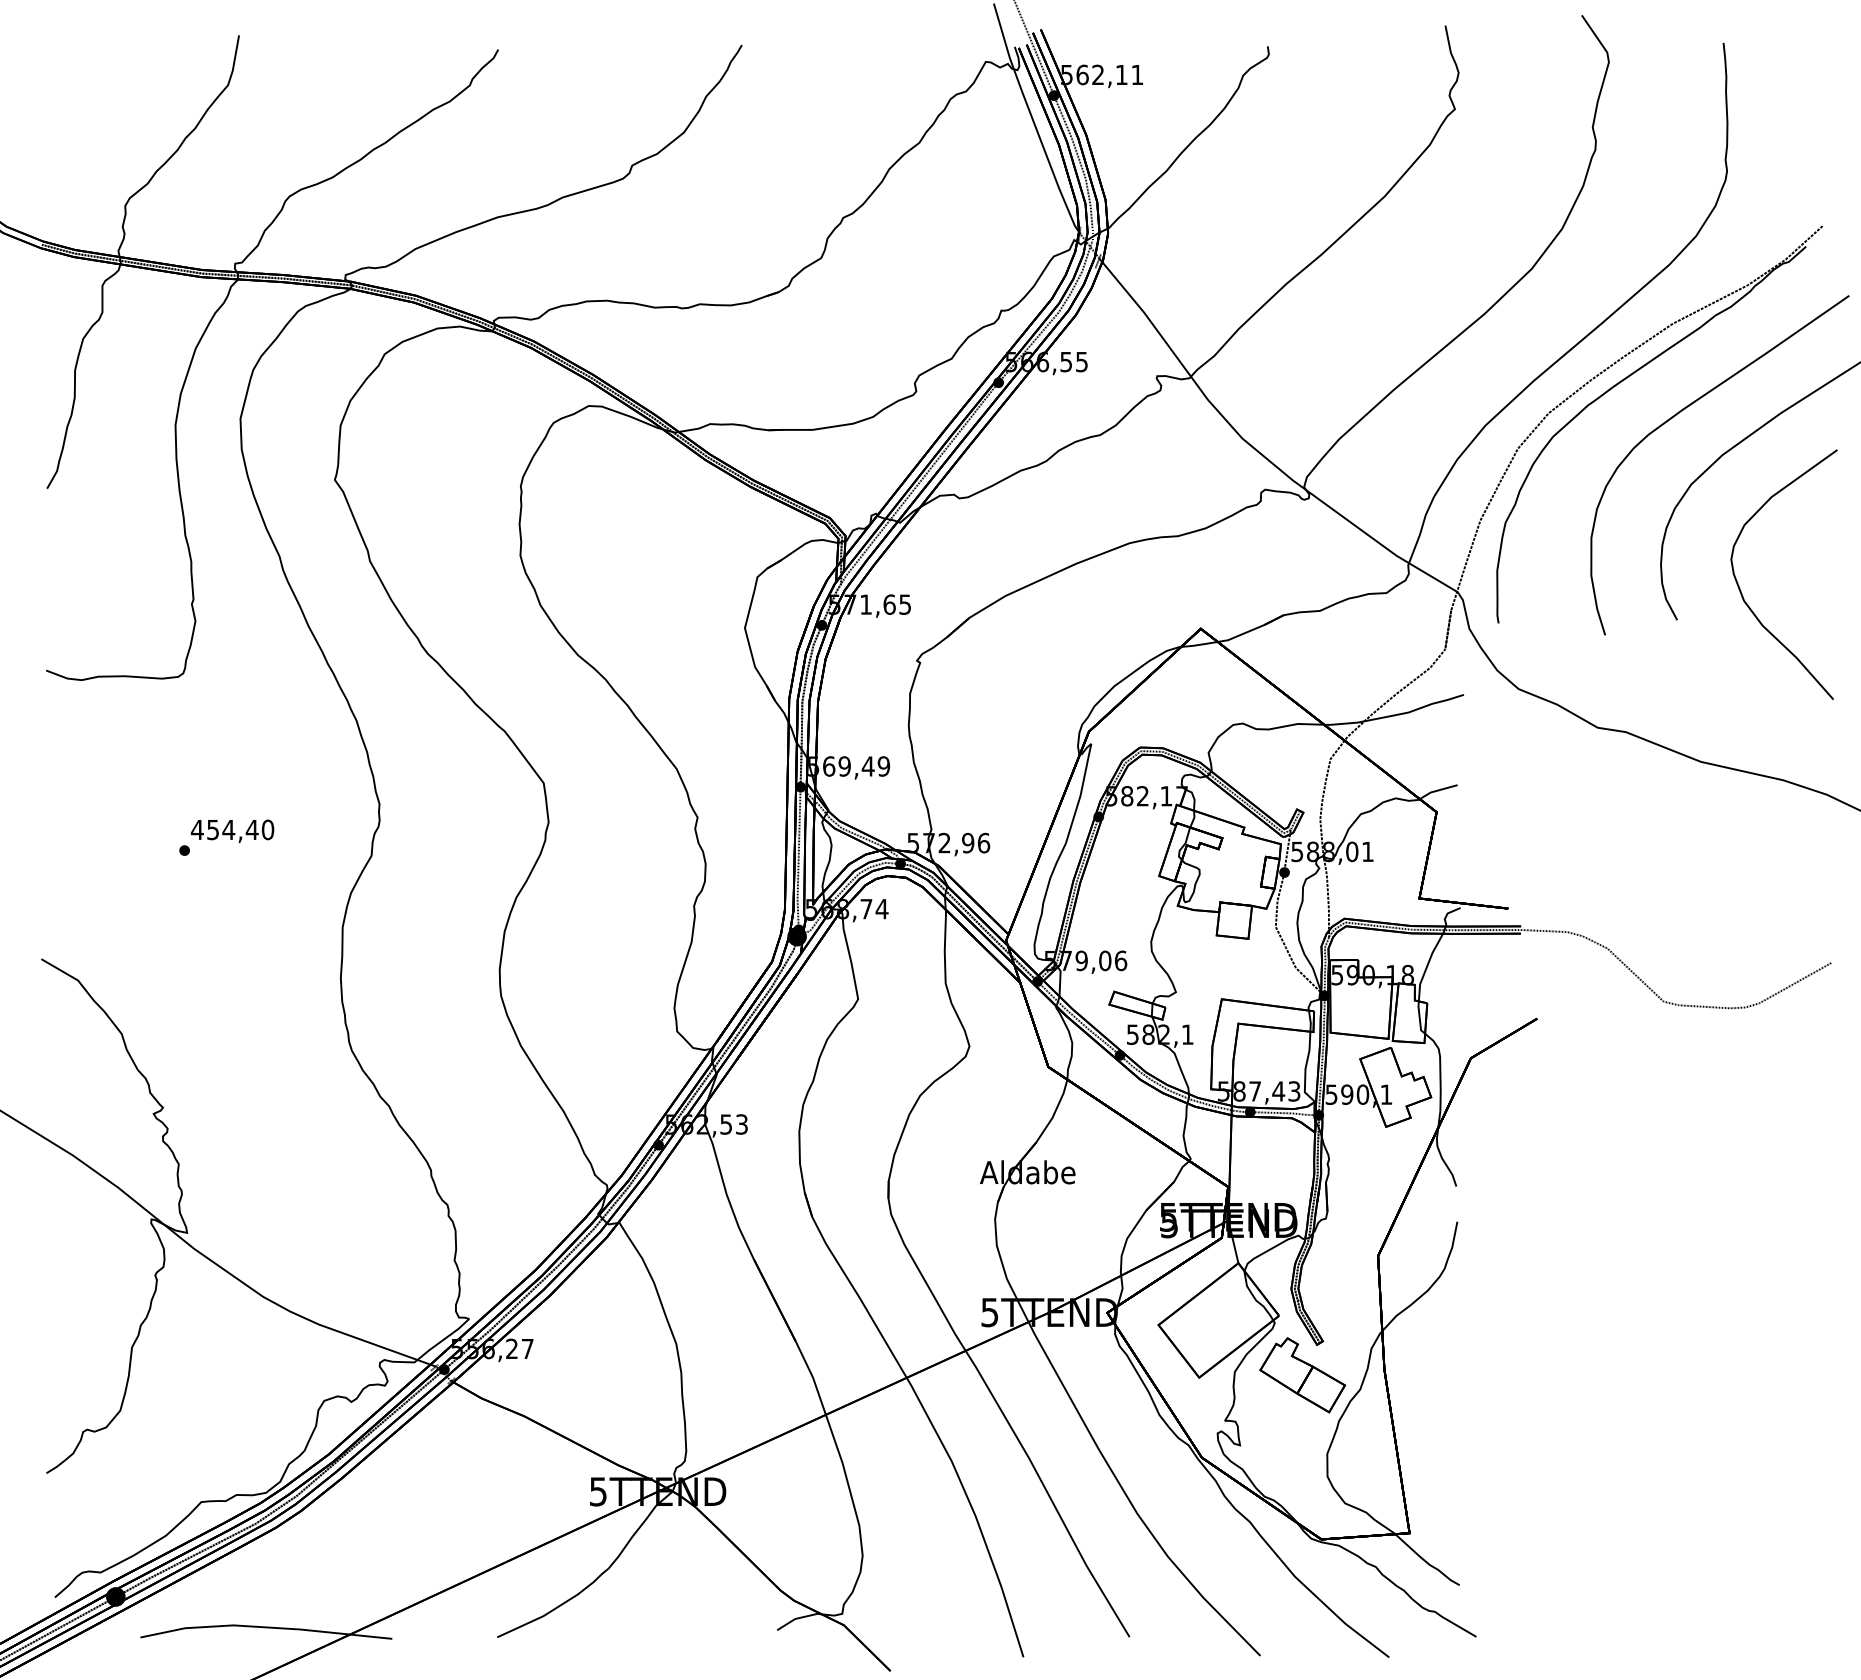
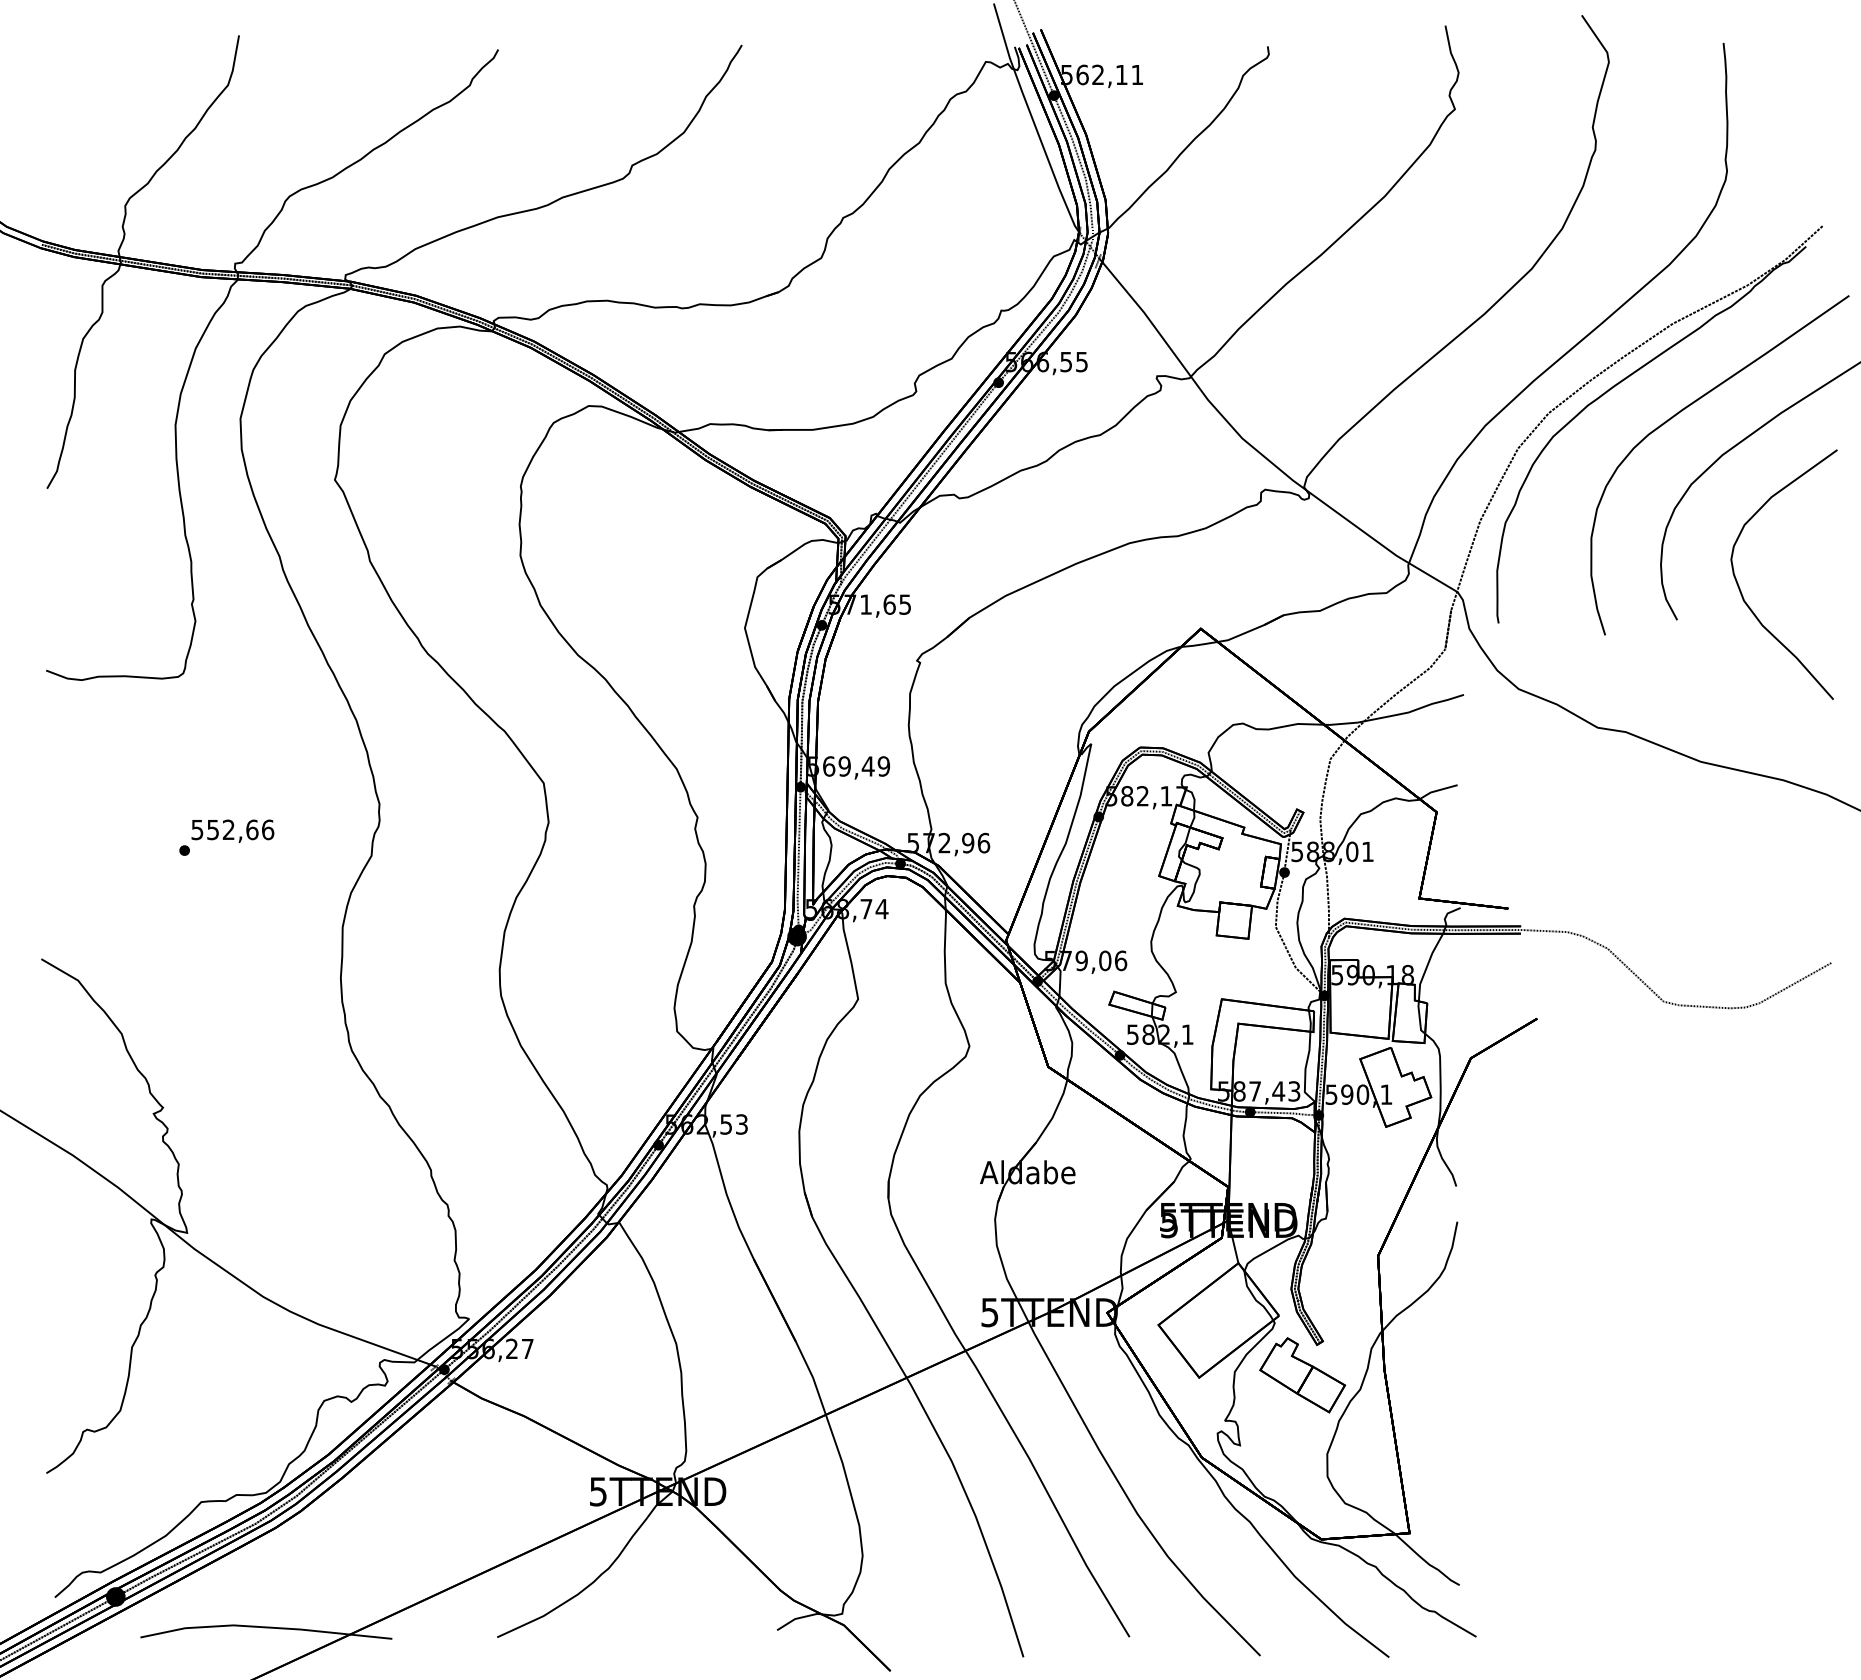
text at (232, 829): 454,40 -> 552,66
